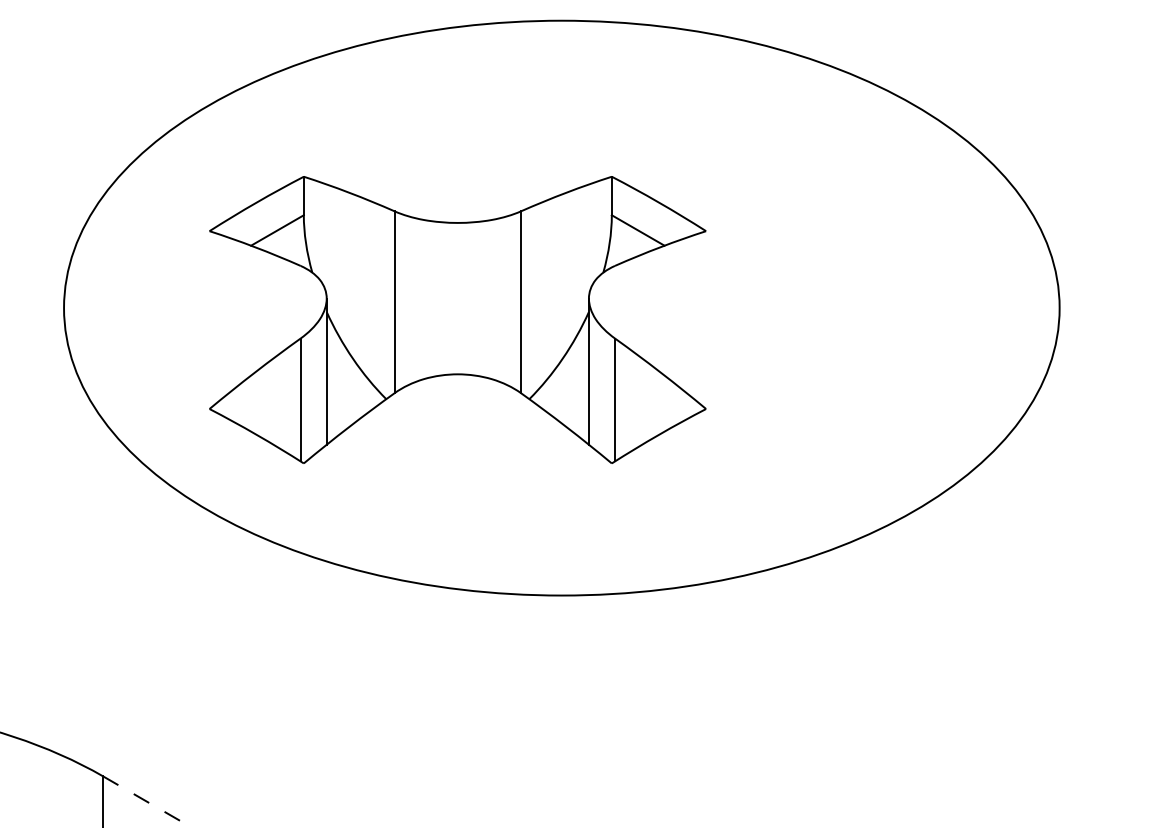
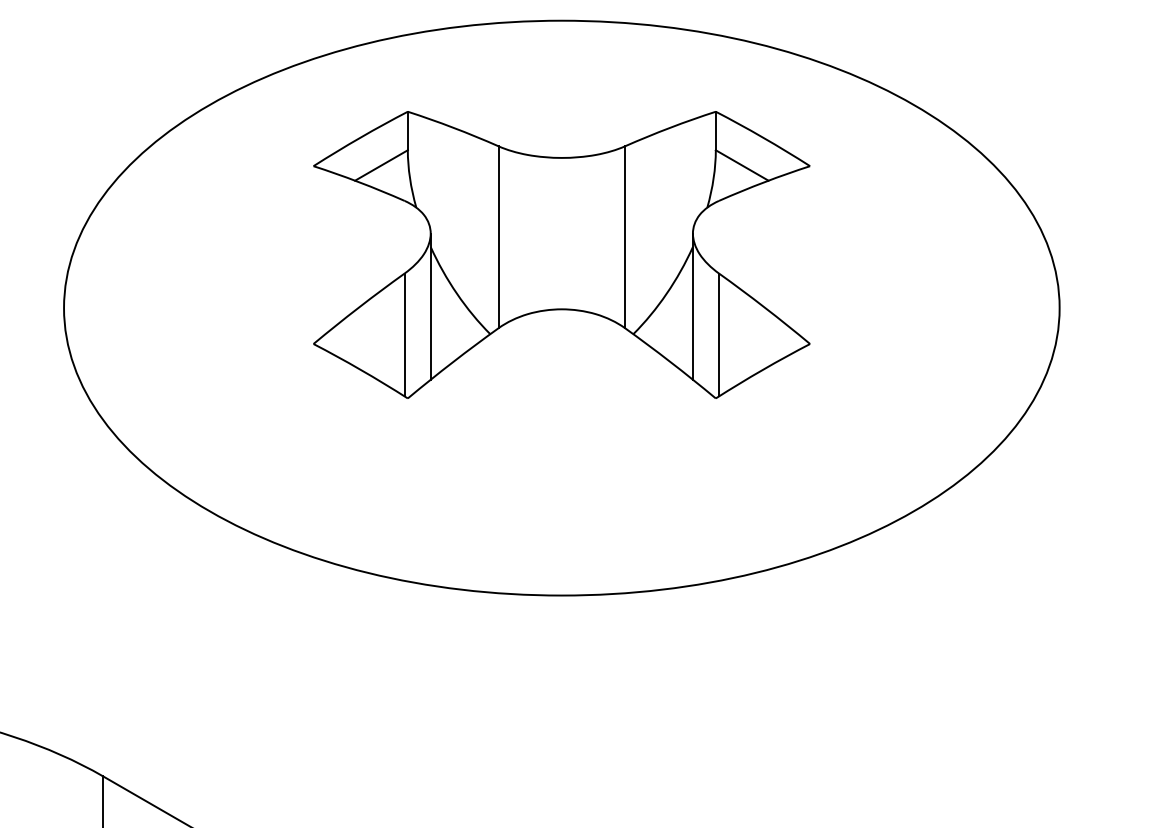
part at (457, 319) position: (457, 319) -> (561, 254)
line at (148, 802): dashed -> solid
